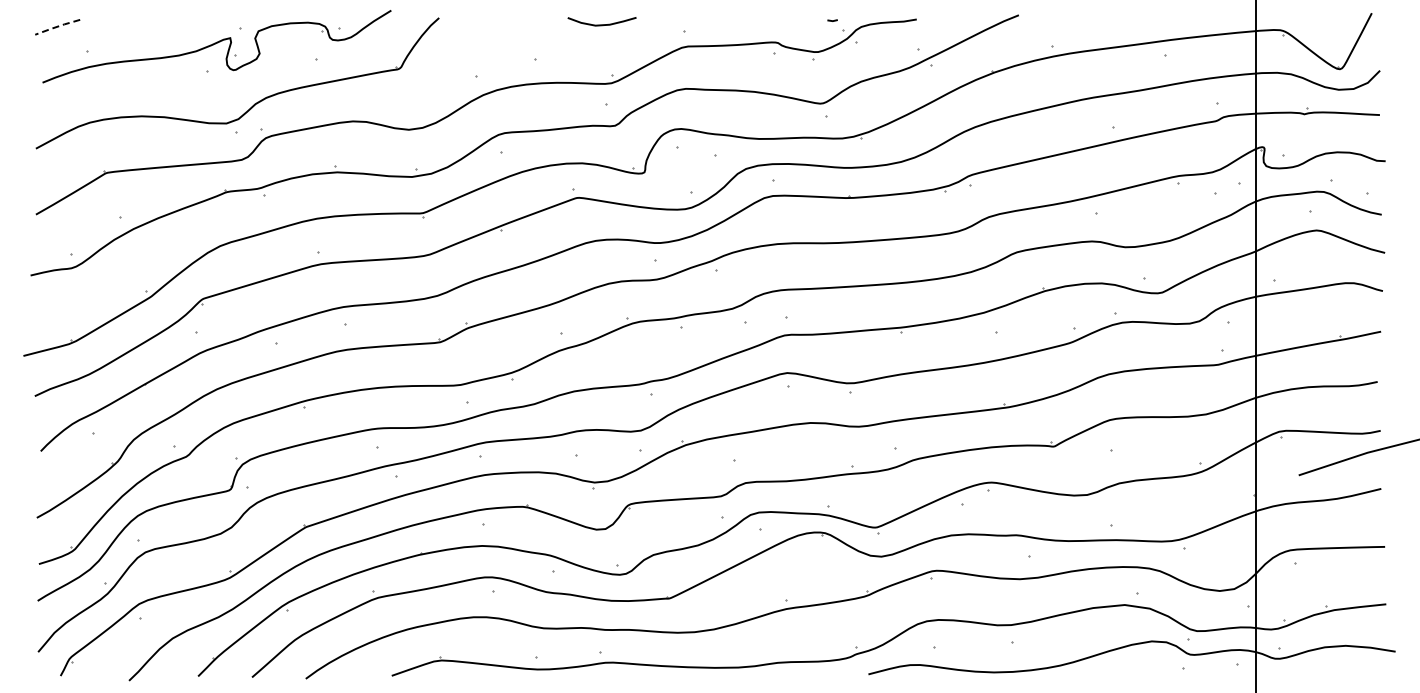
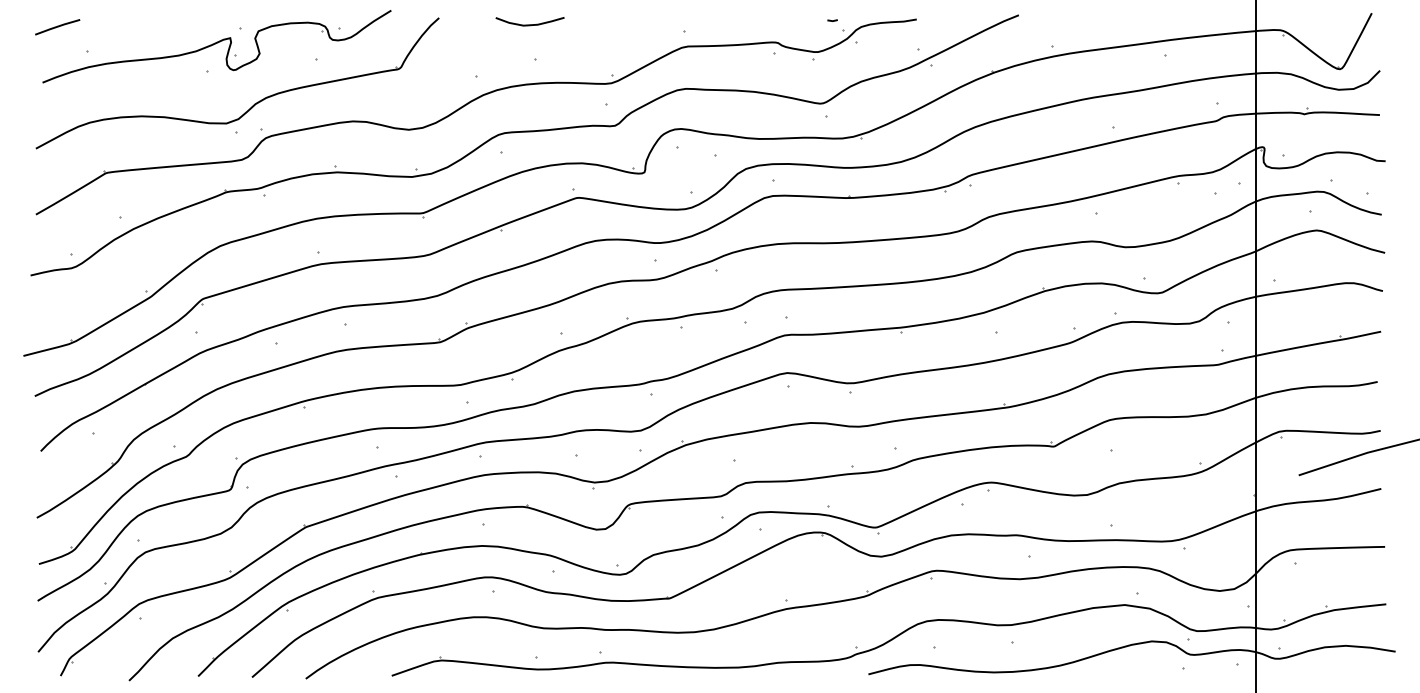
curve at (601, 24) position: (601, 24) -> (529, 24)
line at (57, 26): dashed -> solid
